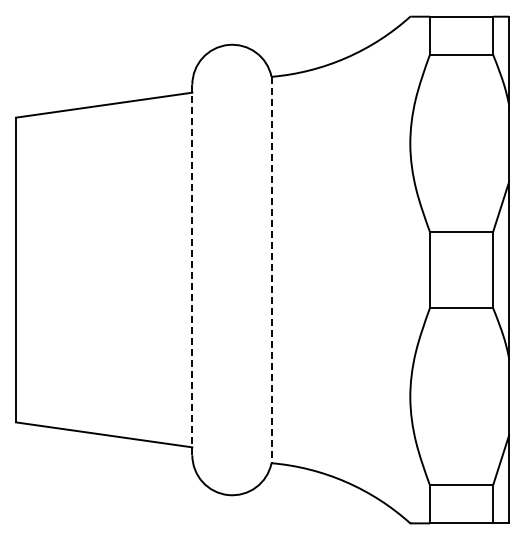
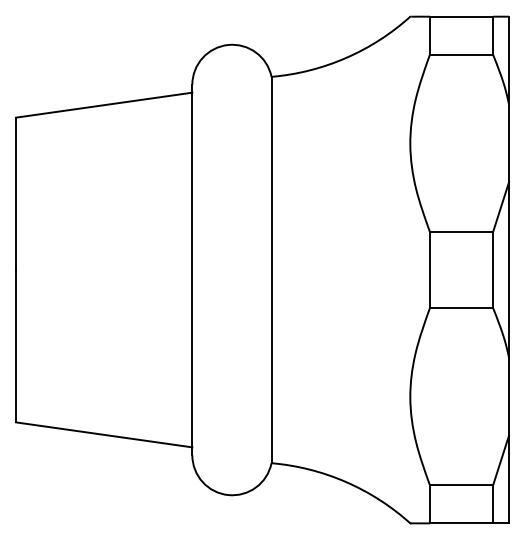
line at (192, 270): dashed -> solid
line at (271, 270): dashed -> solid
